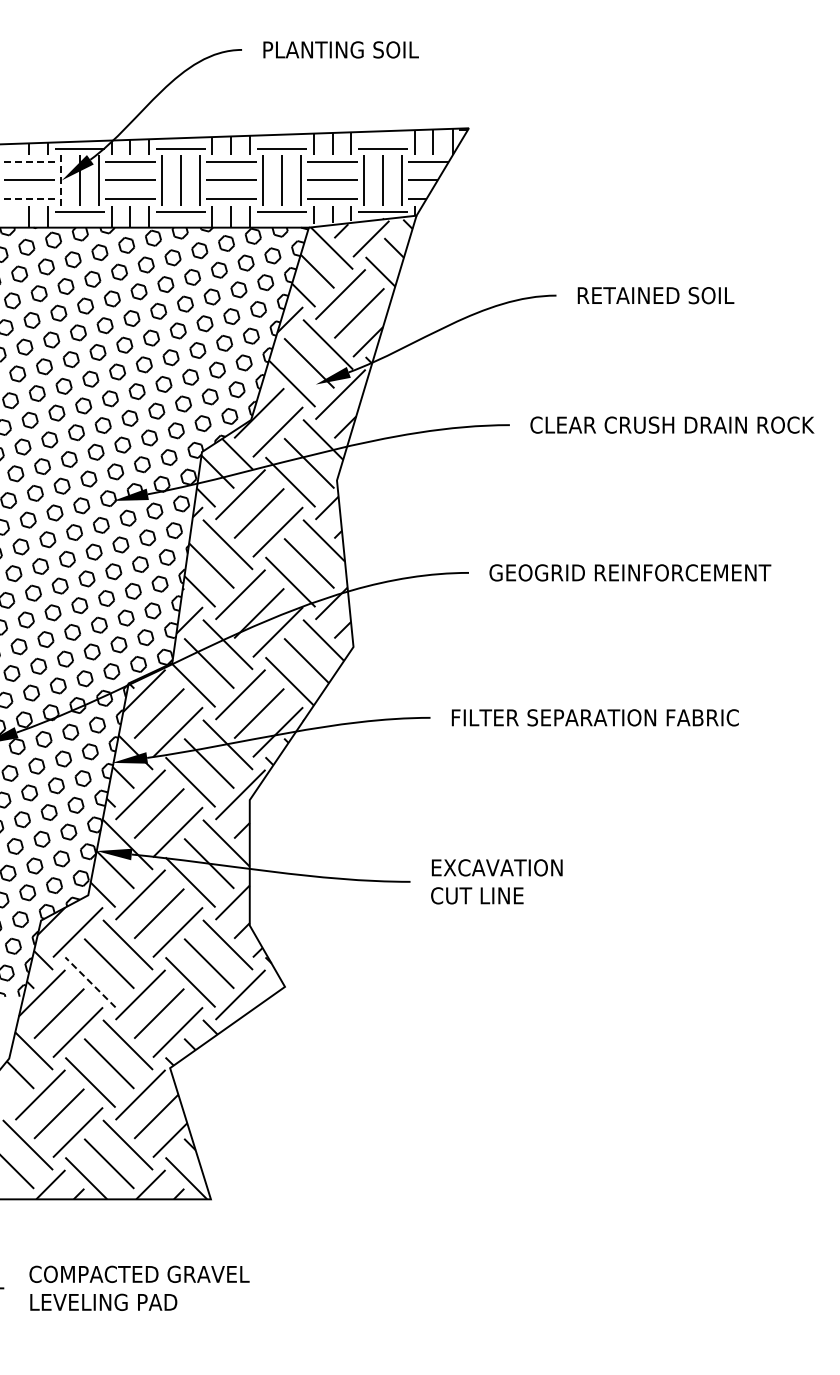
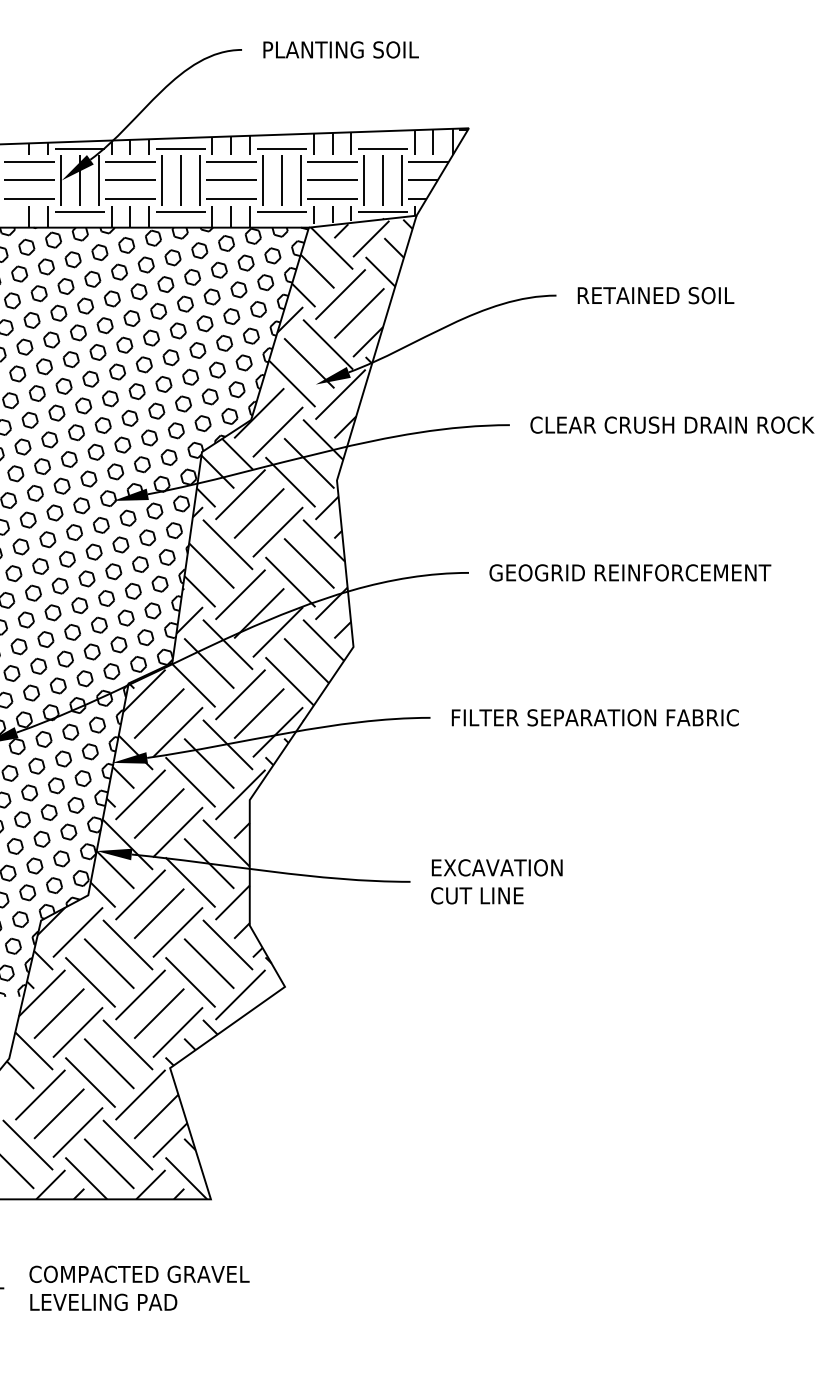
line at (29, 161): dashed -> solid
line at (60, 179): dashed -> solid
line at (29, 199): dashed -> solid
line at (90, 982): dashed -> solid
